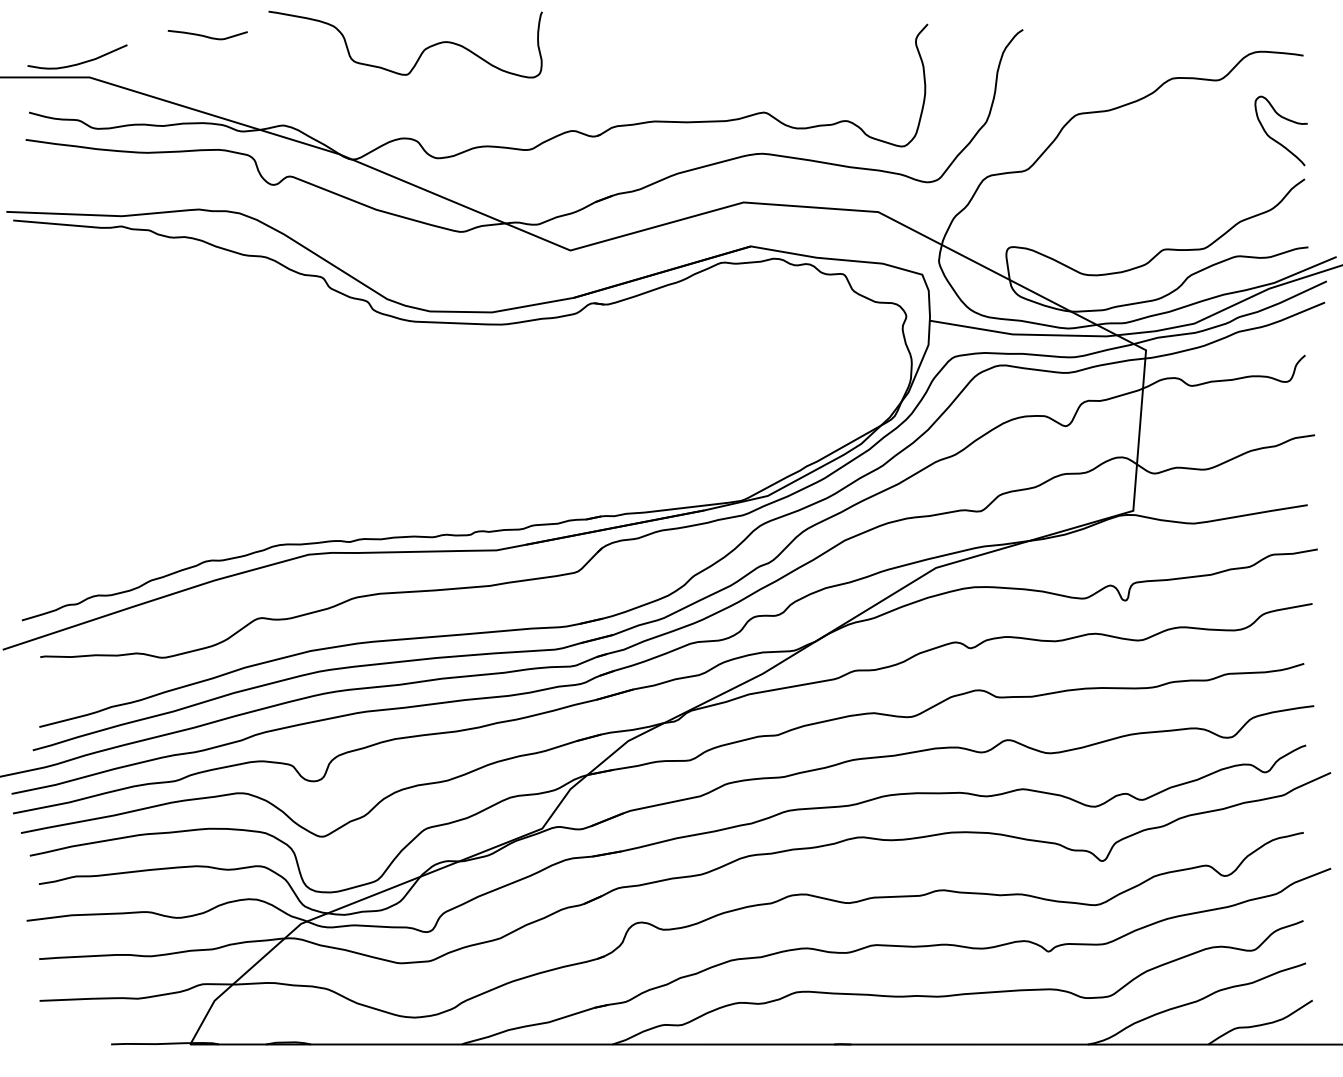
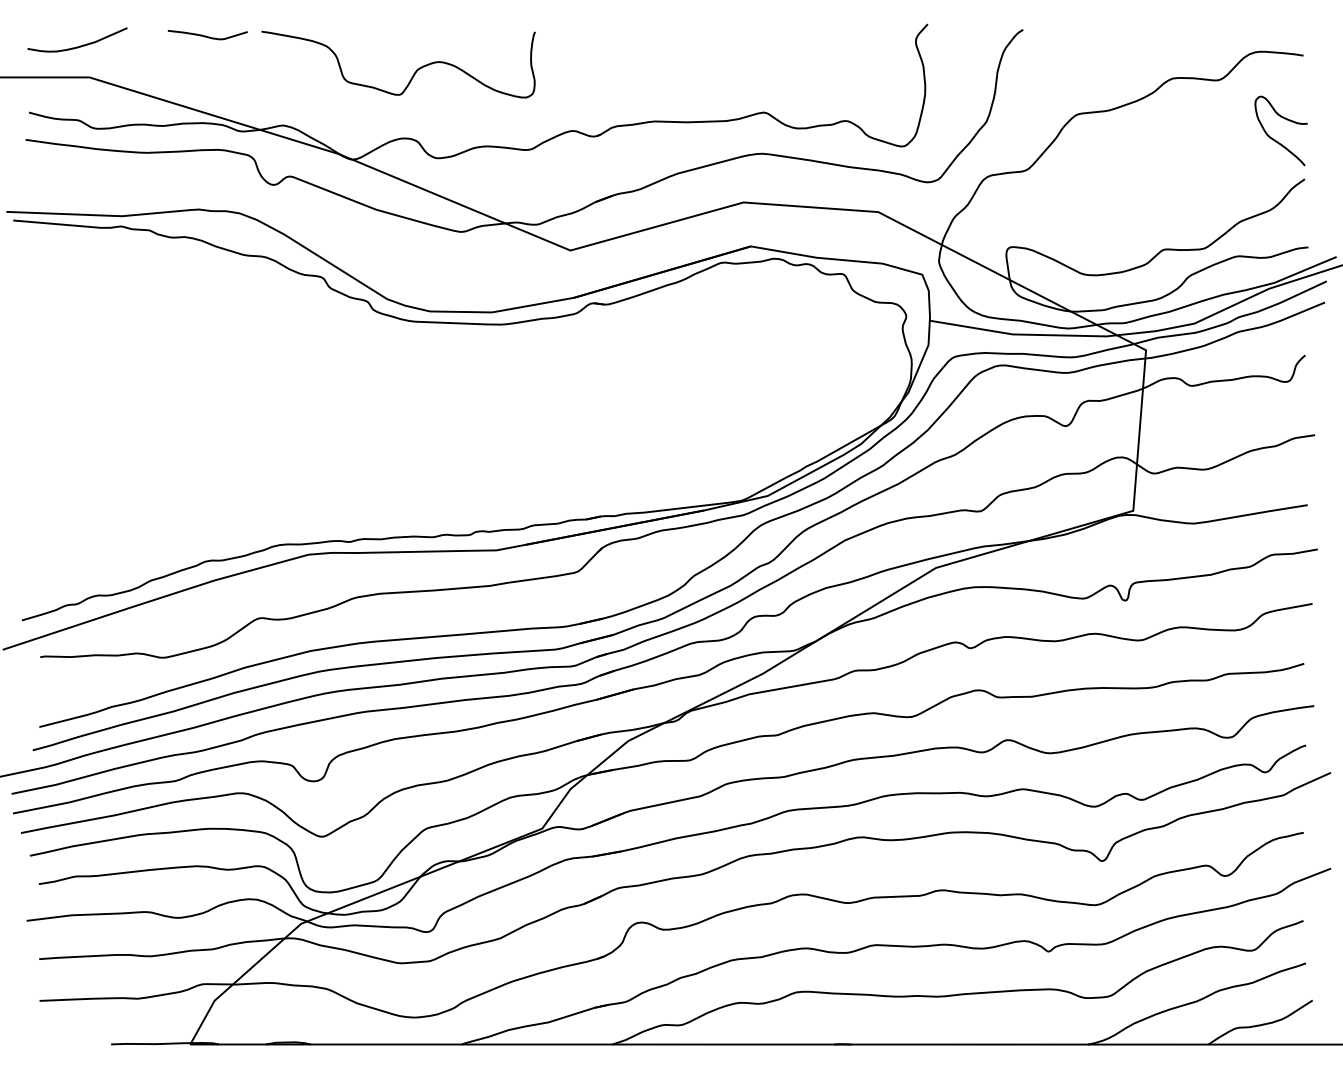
curve at (420, 53) position: (420, 53) -> (413, 73)
curve at (79, 62) position: (79, 62) -> (79, 45)
